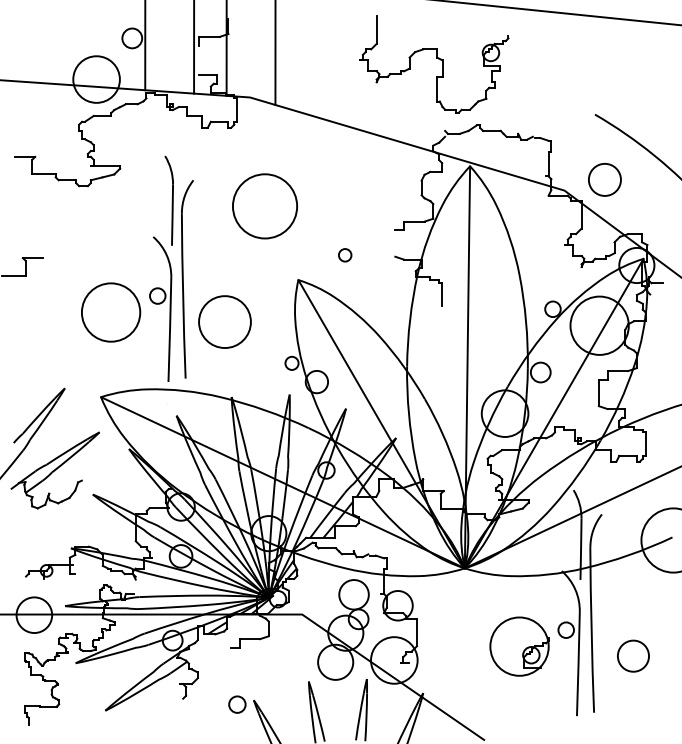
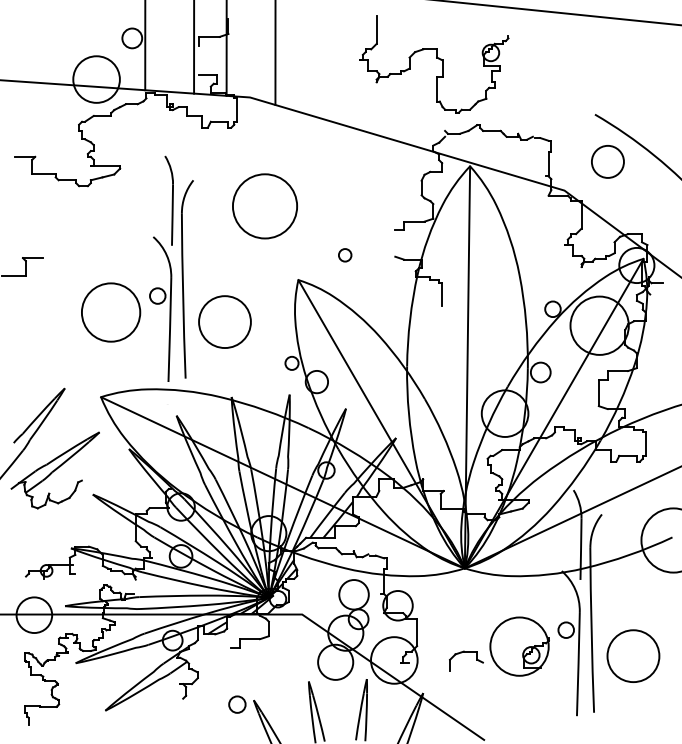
circle at (604, 179) position: (604, 179) -> (607, 161)
part at (466, 652): none -> present
circle at (633, 655) diameter: 31 px -> 52 px
